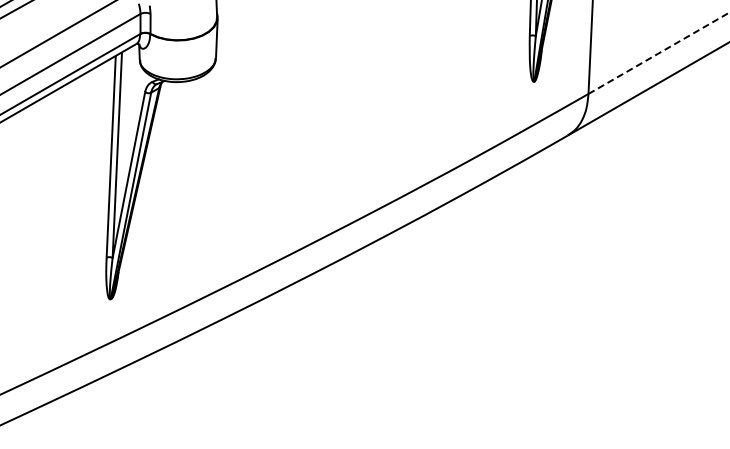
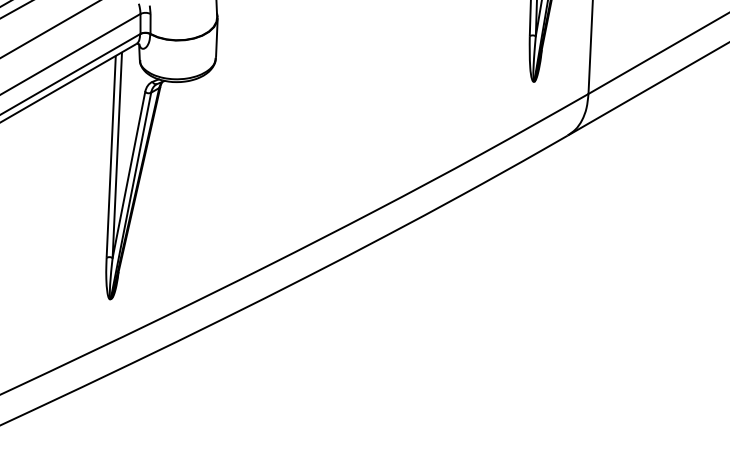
line at (57, 34) position: (57, 34) -> (49, 29)
line at (659, 53): dashed -> solid
